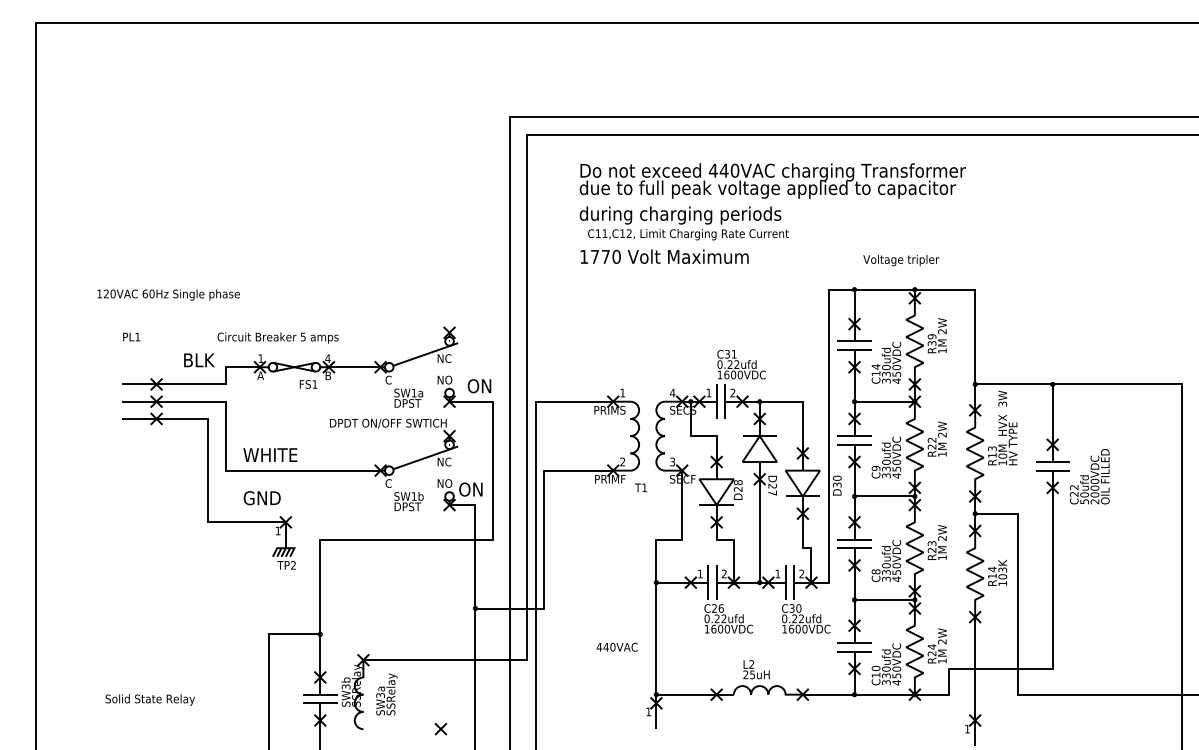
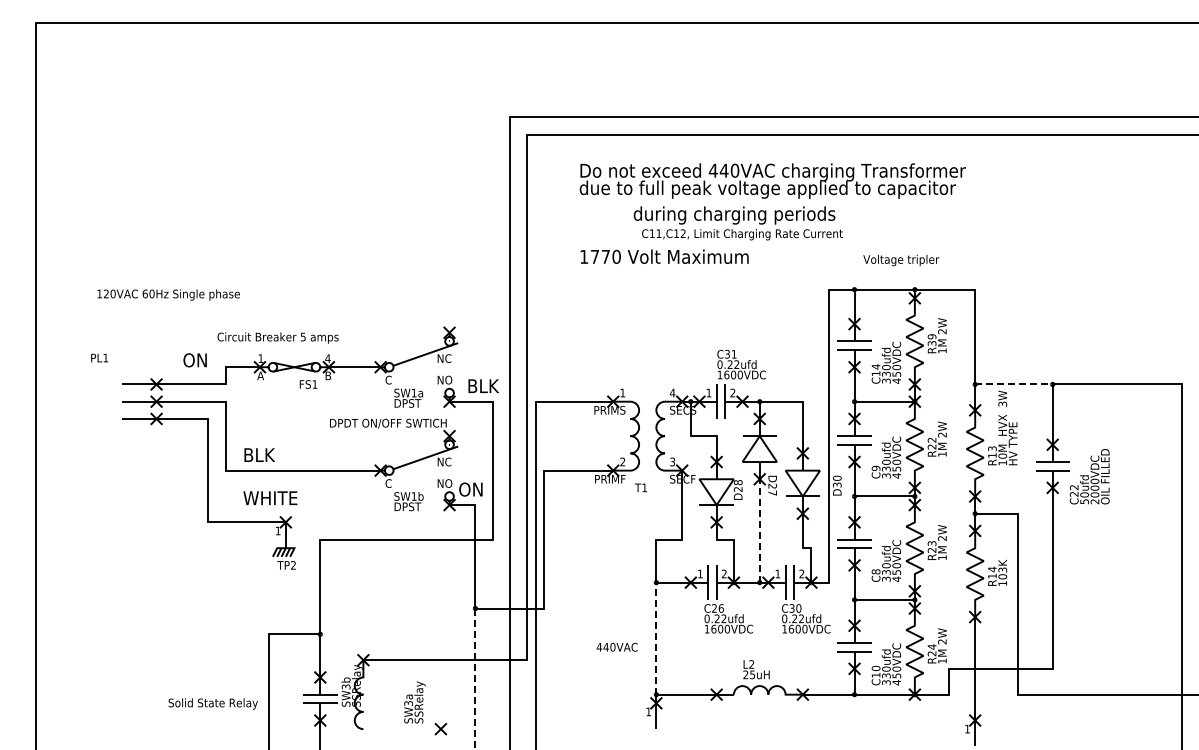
text at (683, 223) position: (683, 223) -> (737, 223)
text at (131, 336) position: (131, 336) -> (99, 357)
text at (198, 360): BLK -> ON
line at (1014, 384): solid -> dashed
text at (482, 386): ON -> BLK
text at (270, 454): WHITE -> BLK
text at (270, 498): GND -> WHITE
line at (759, 529): solid -> dashed
line at (656, 638): solid -> dashed
line at (475, 679): solid -> dashed
text at (386, 694) position: (386, 694) -> (414, 702)
text at (149, 699) position: (149, 699) -> (212, 703)
